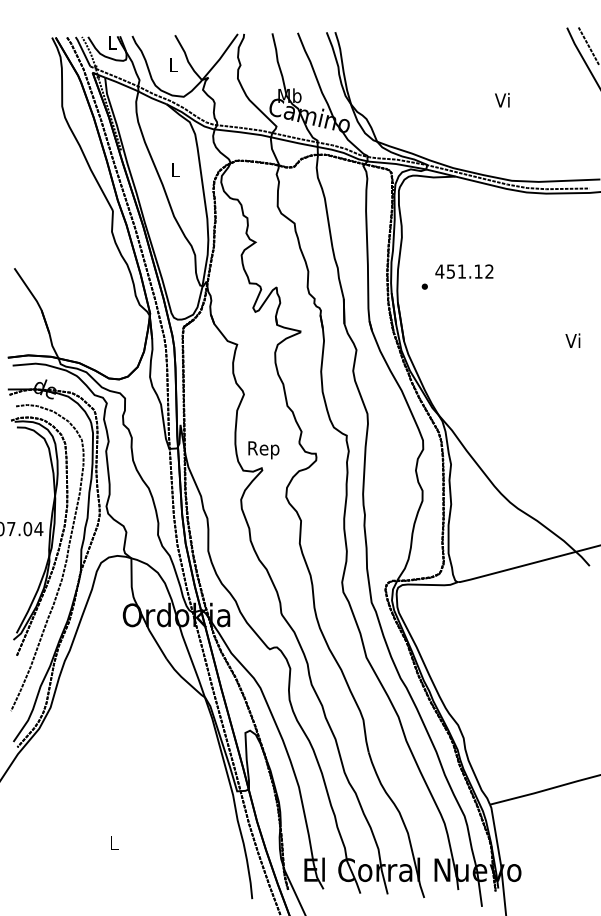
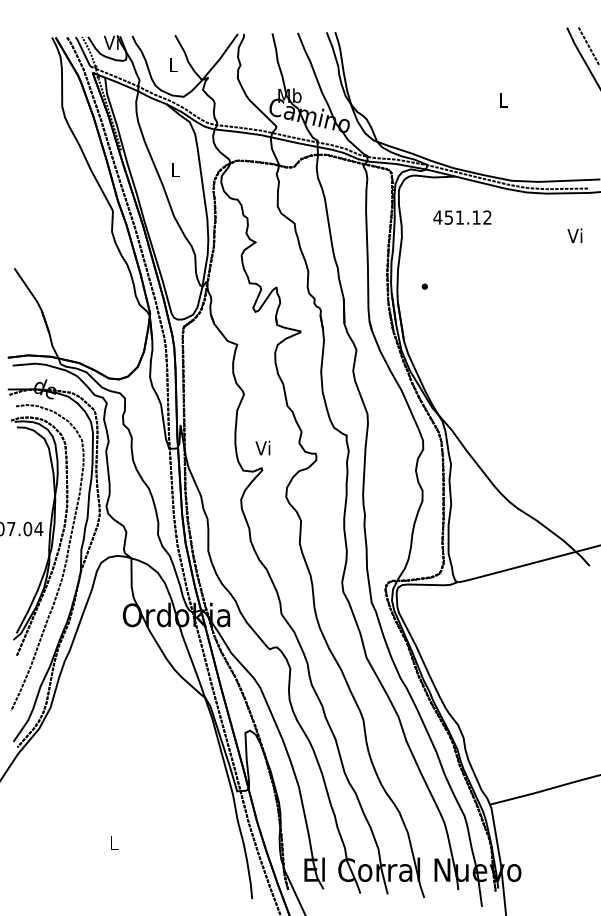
text at (111, 42): L -> Vi
text at (502, 99): Vi -> L
text at (464, 271) position: (464, 271) -> (462, 217)
text at (572, 340) position: (572, 340) -> (574, 235)
text at (263, 449): Rep -> Vi
